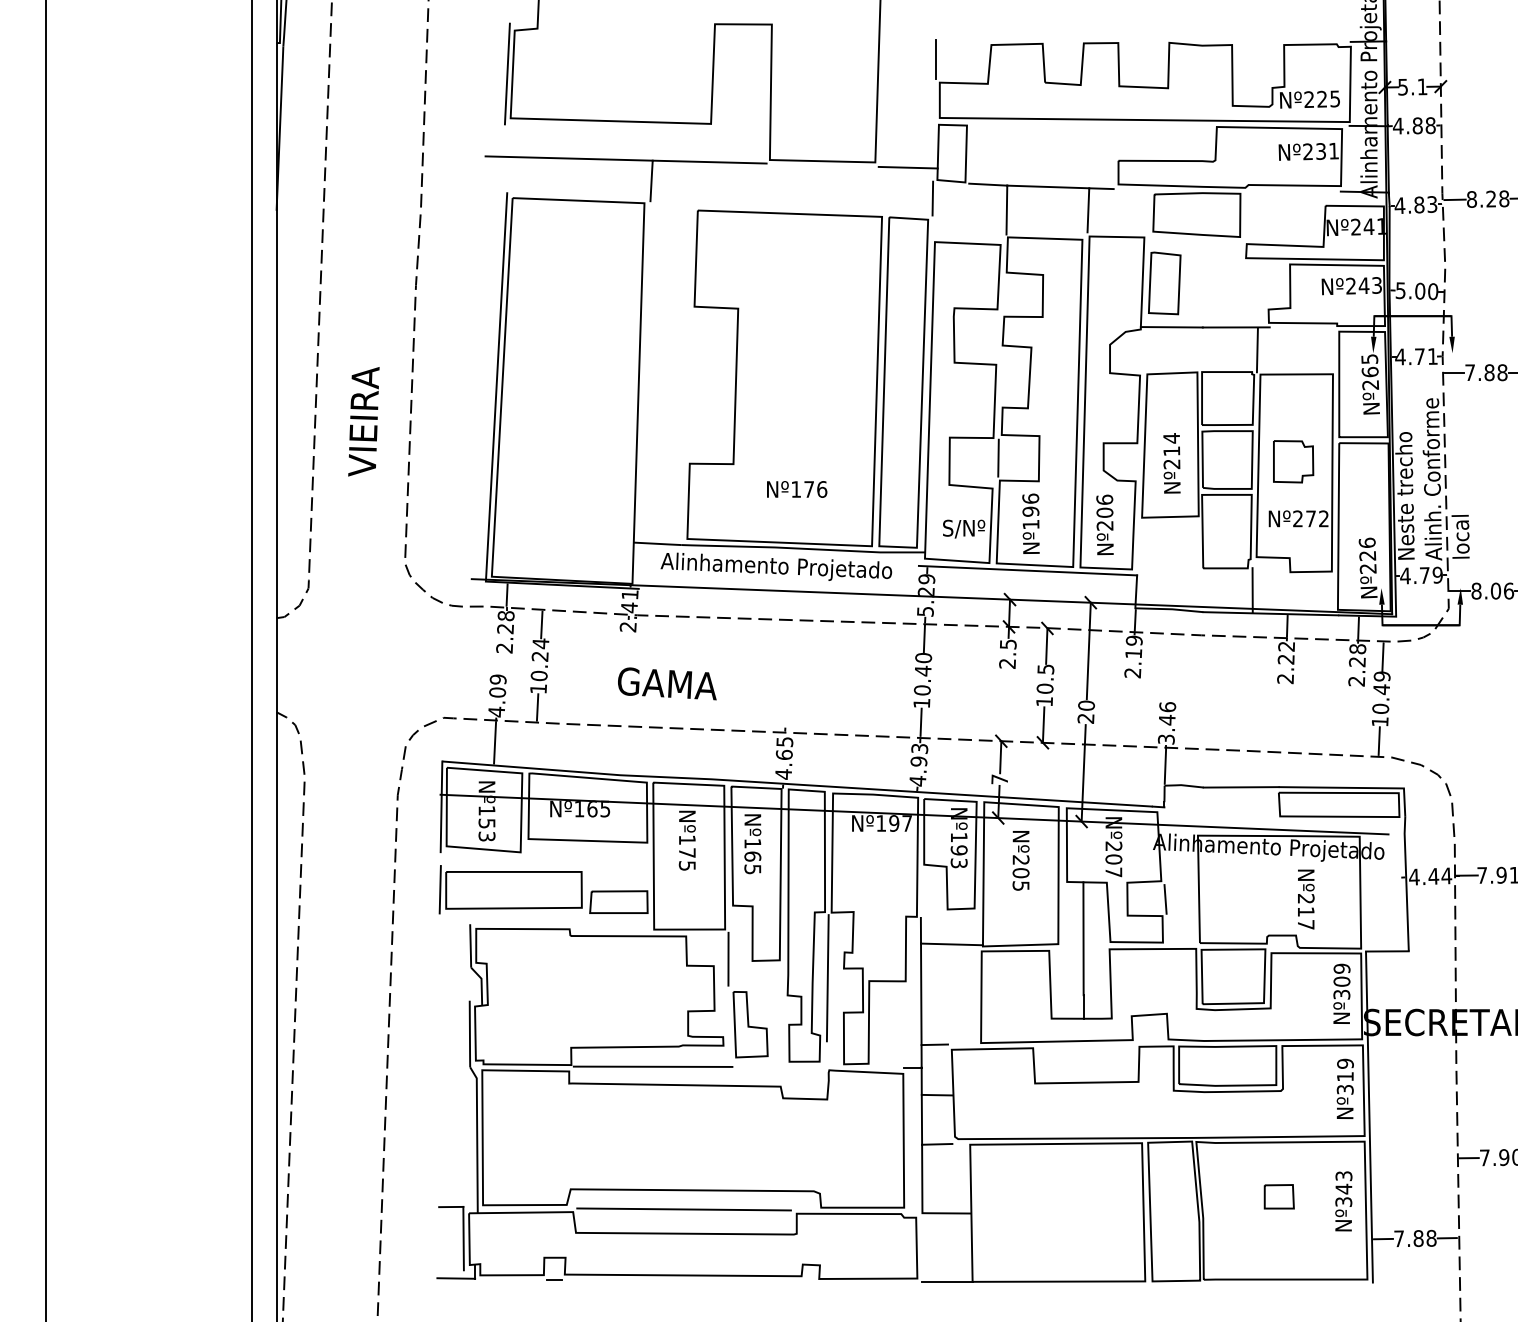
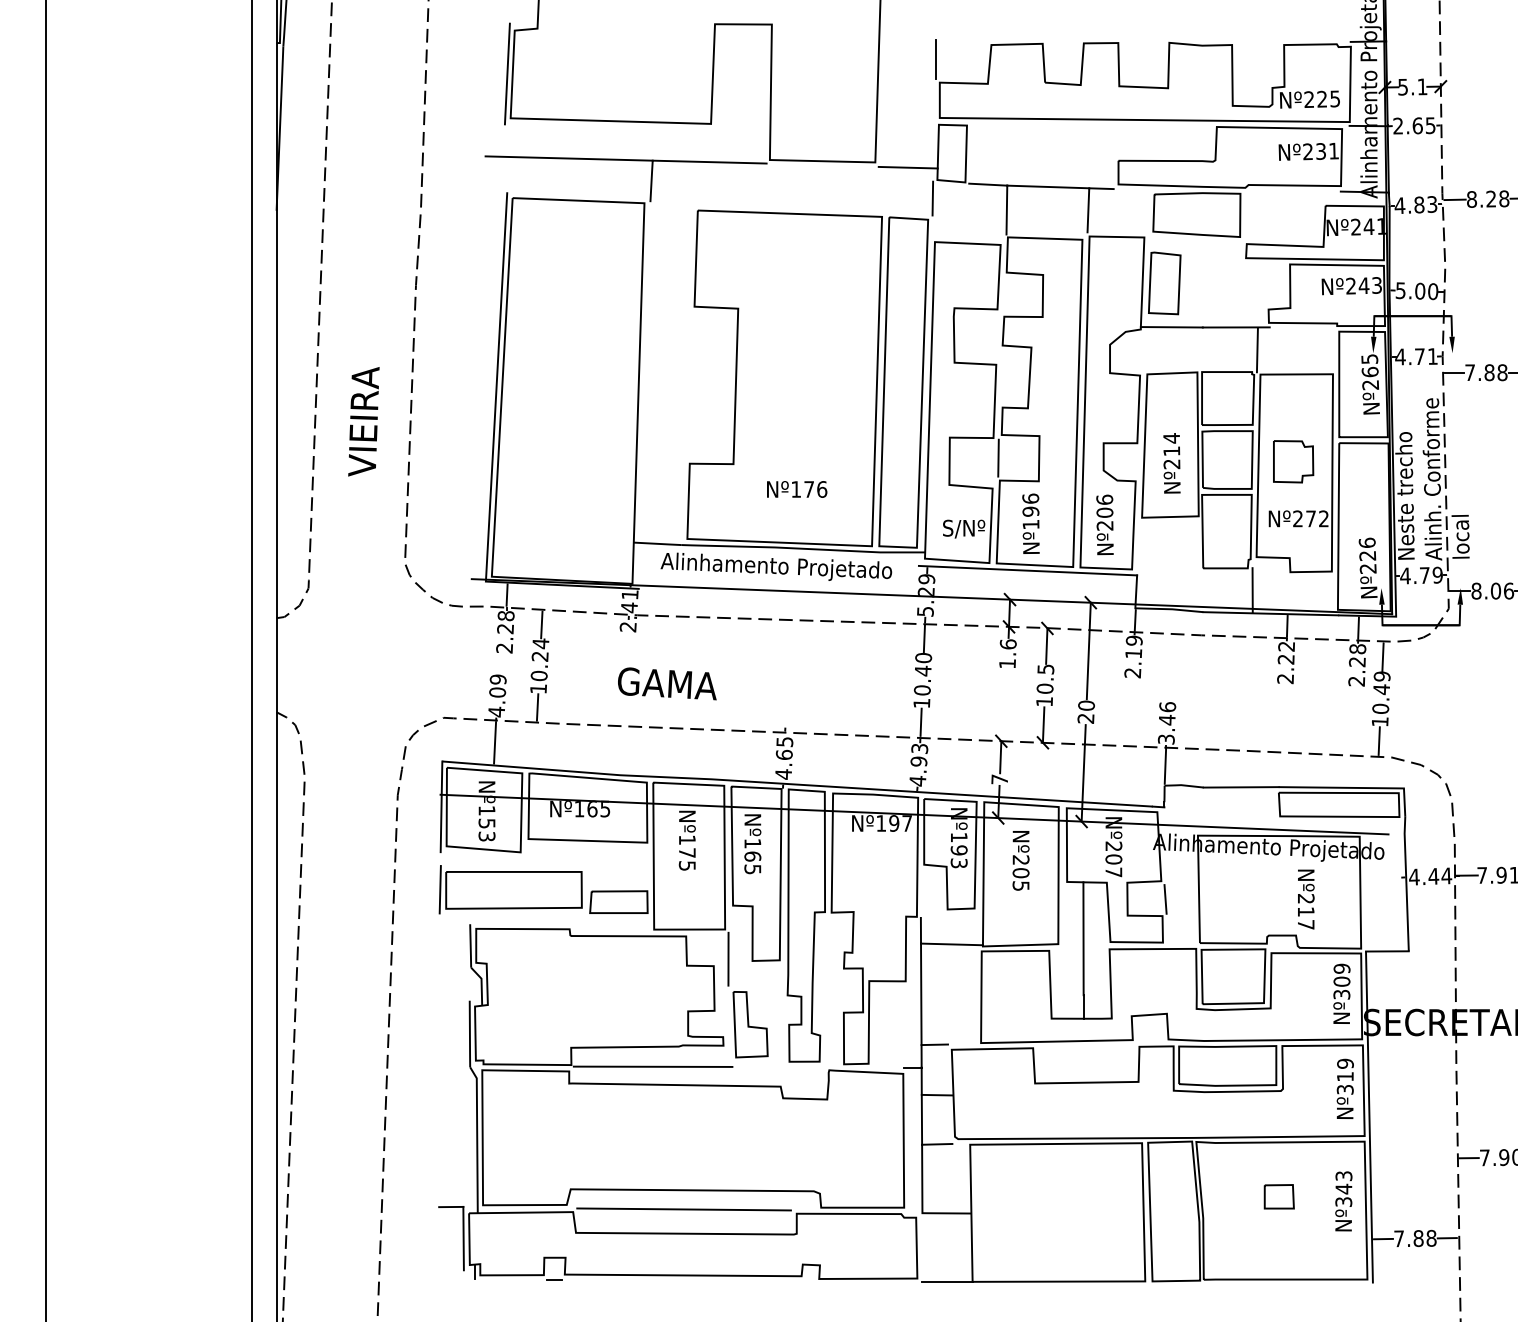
text at (1414, 125): 4.88 -> 2.65
text at (1007, 653): 2.5 -> 1.6
line at (827, 978): present -> none
line at (456, 1278): present -> none
